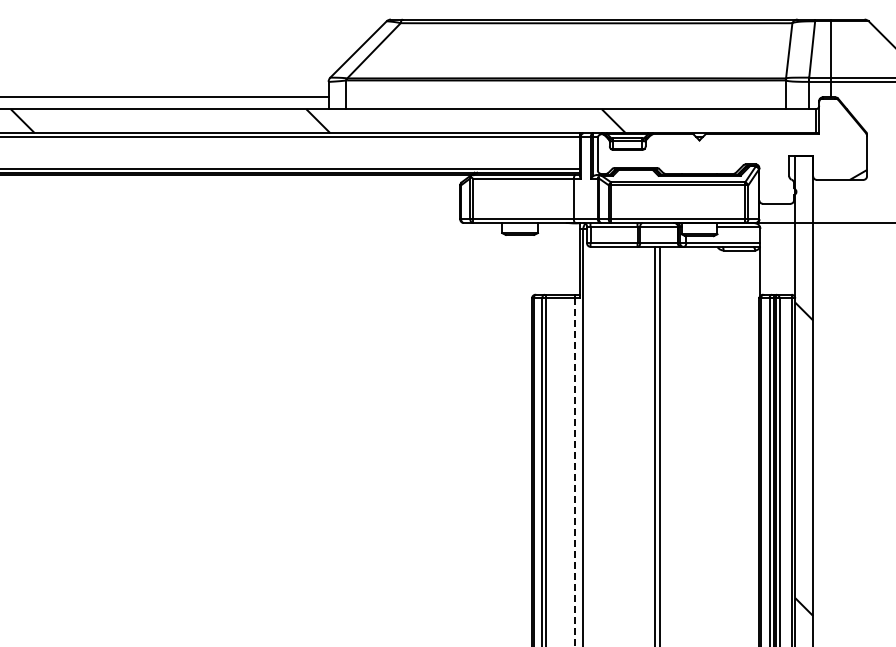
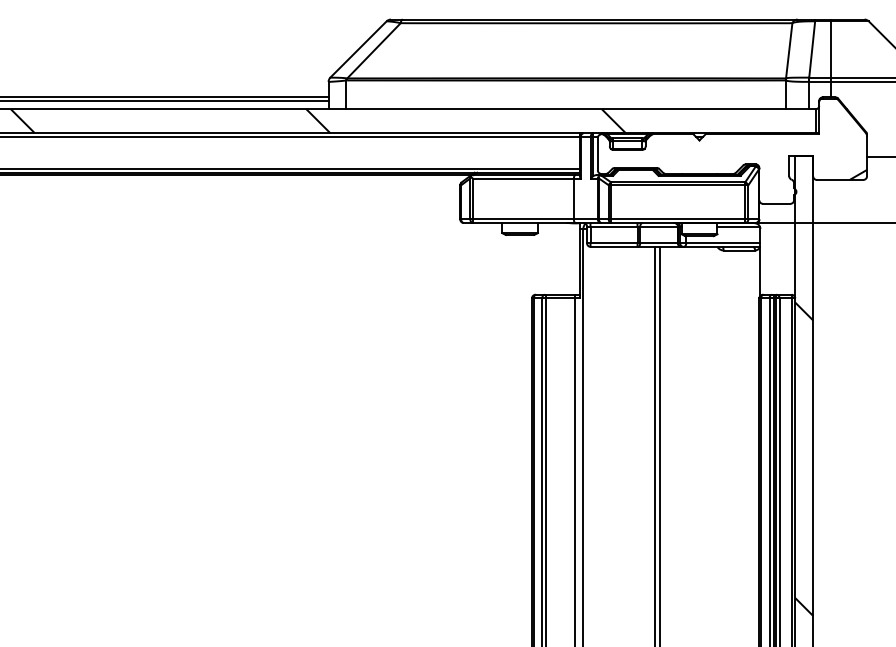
line at (165, 100): none -> present
line at (879, 157): none -> present
line at (574, 472): dashed -> solid
